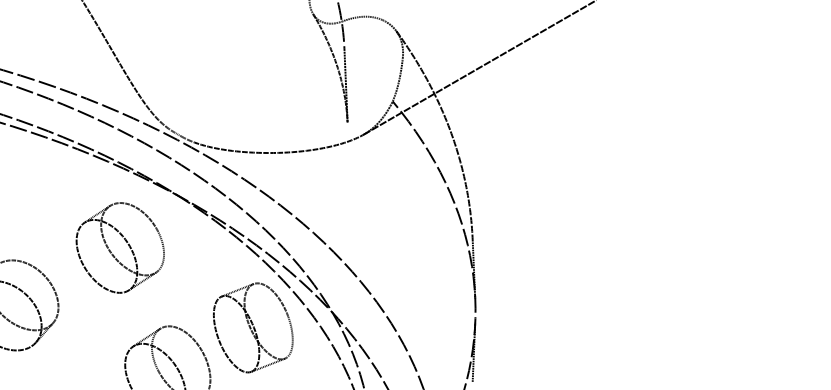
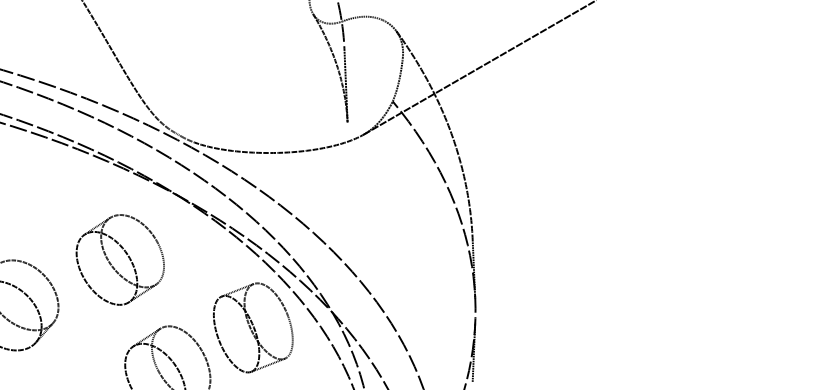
part at (119, 247) position: (119, 247) -> (119, 259)
